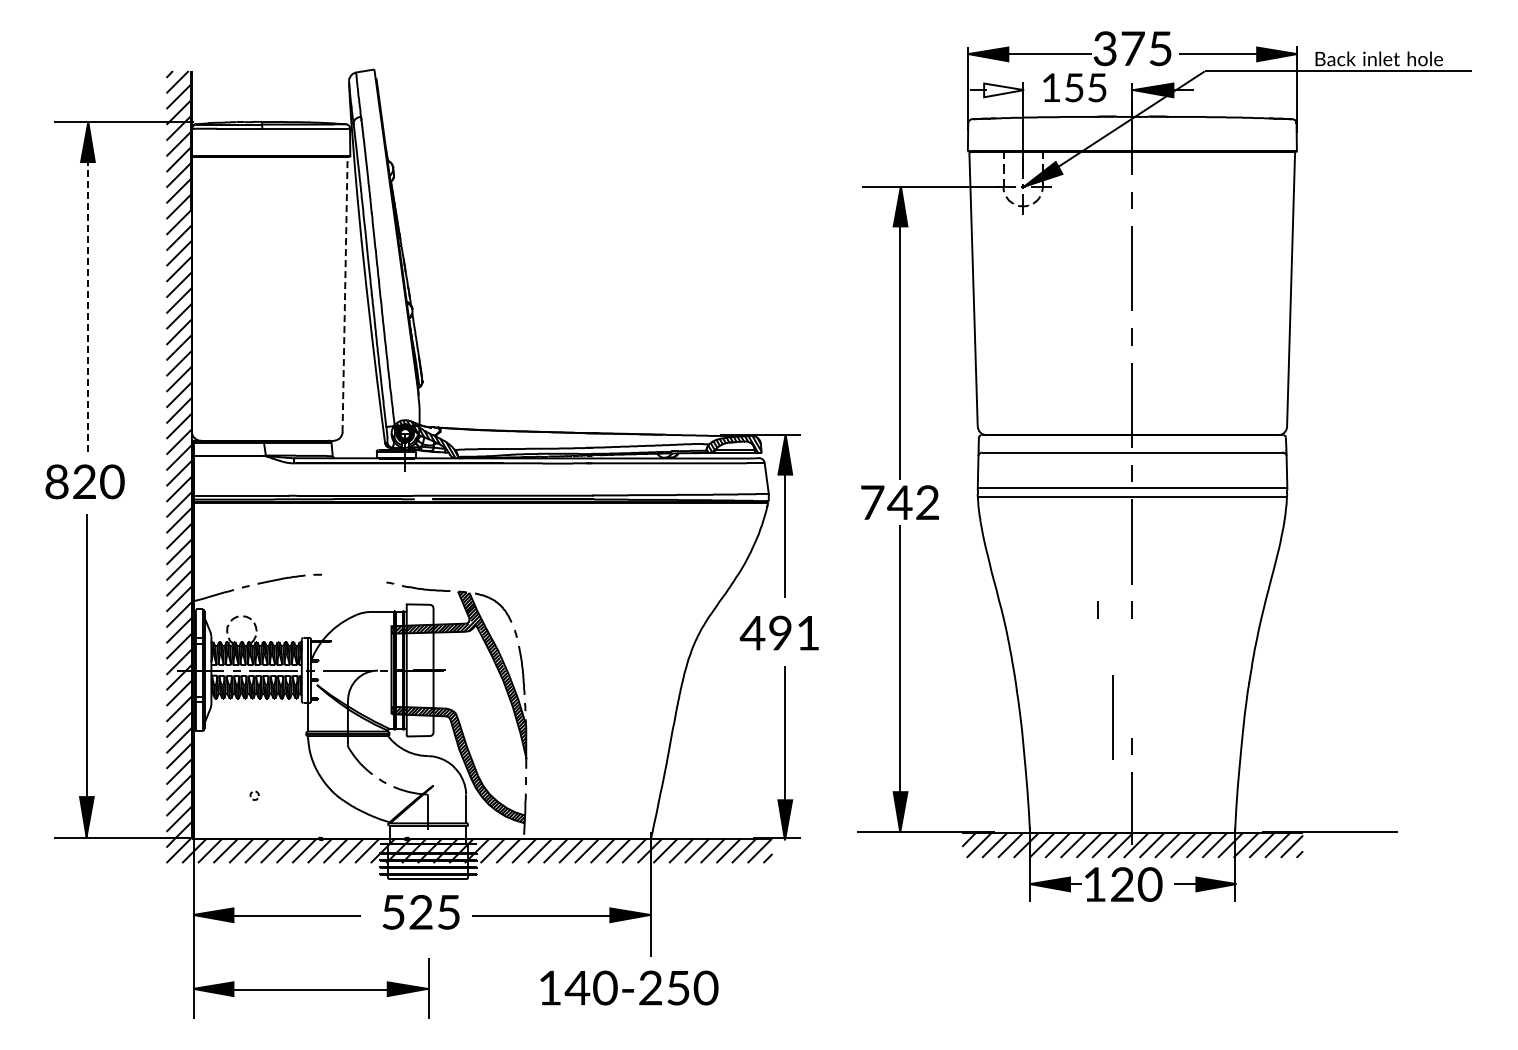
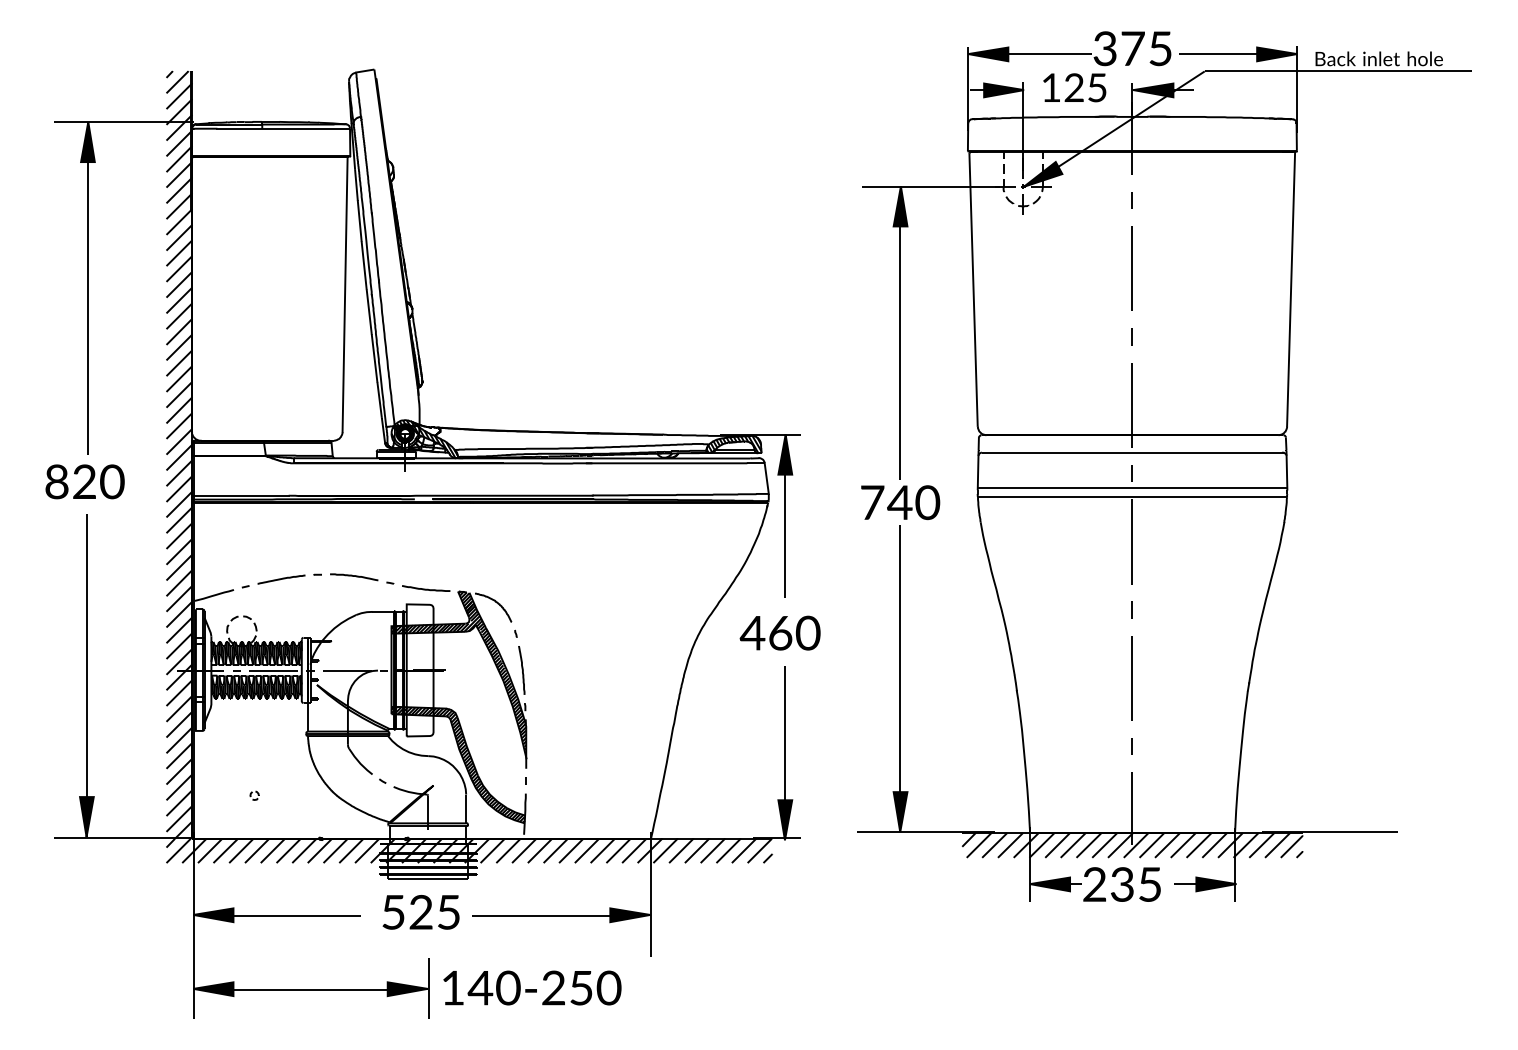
text at (1073, 87): 155 -> 125
fill at (1004, 90): none -> present
line at (345, 293): dashed -> solid
line at (87, 296): dashed -> solid
text at (927, 502): 742 -> 740
curve at (354, 576): none -> present
line at (1097, 609): present -> none
text at (794, 632): 491 -> 460
line at (1112, 717) position: (1112, 717) -> (1131, 678)
text at (1122, 884): 120 -> 235
text at (629, 987) position: (629, 987) -> (532, 987)
